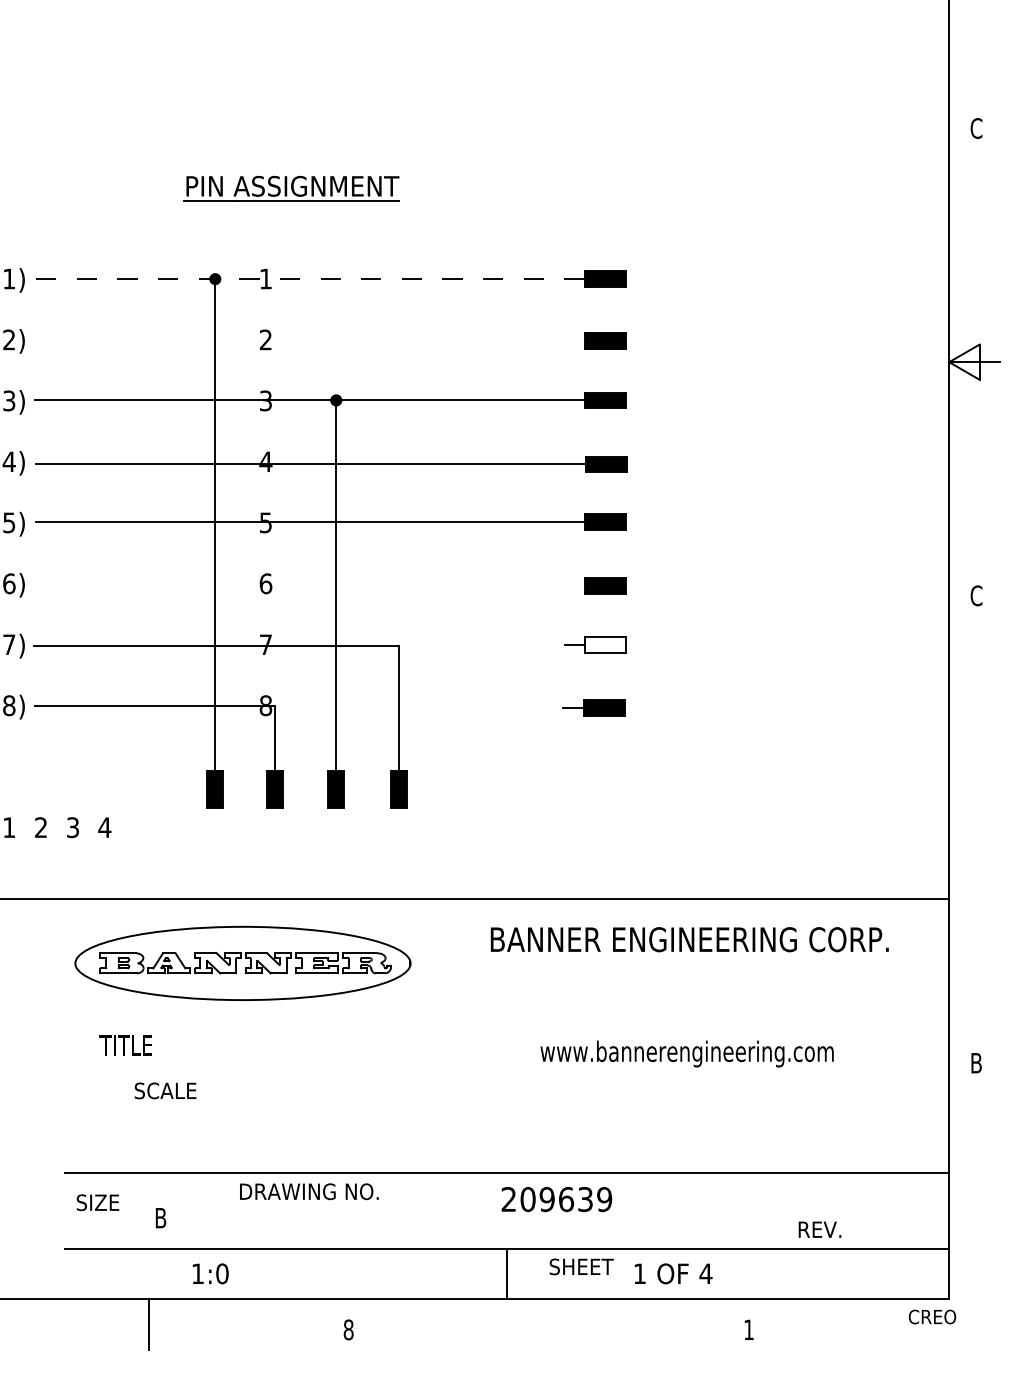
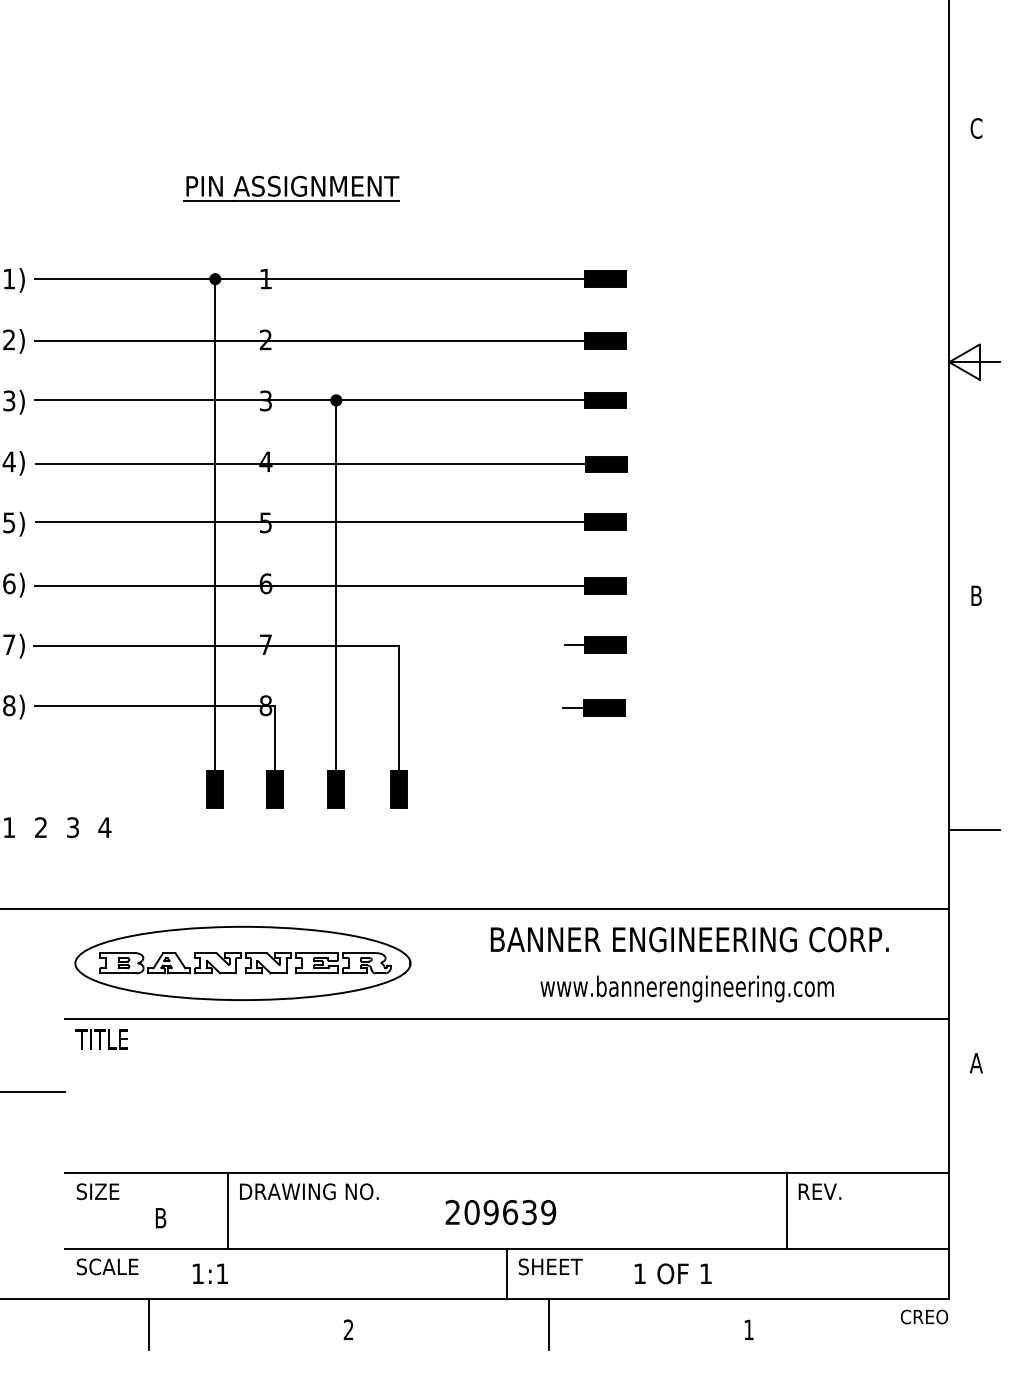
line at (309, 279): dashed -> solid
line at (309, 340): none -> present
line at (309, 586): none -> present
text at (976, 595): C -> B
fill at (605, 645): none -> present
line at (974, 829): none -> present
line at (475, 899) position: (475, 899) -> (475, 909)
line at (507, 1019): none -> present
text at (125, 1045) position: (125, 1045) -> (101, 1039)
text at (686, 1053) position: (686, 1053) -> (686, 988)
text at (975, 1063): B -> A
text at (165, 1090) position: (165, 1090) -> (107, 1266)
line at (33, 1092): none -> present
text at (556, 1199) position: (556, 1199) -> (500, 1212)
text at (97, 1202) position: (97, 1202) -> (97, 1191)
line at (227, 1210): none -> present
line at (786, 1210): none -> present
text at (819, 1229) position: (819, 1229) -> (819, 1191)
text at (581, 1266) position: (581, 1266) -> (550, 1266)
text at (222, 1273): 1:0 -> 1:1
text at (705, 1273): 4 -> 1
text at (932, 1316) position: (932, 1316) -> (924, 1316)
line at (548, 1324): none -> present
text at (348, 1329): 8 -> 2
